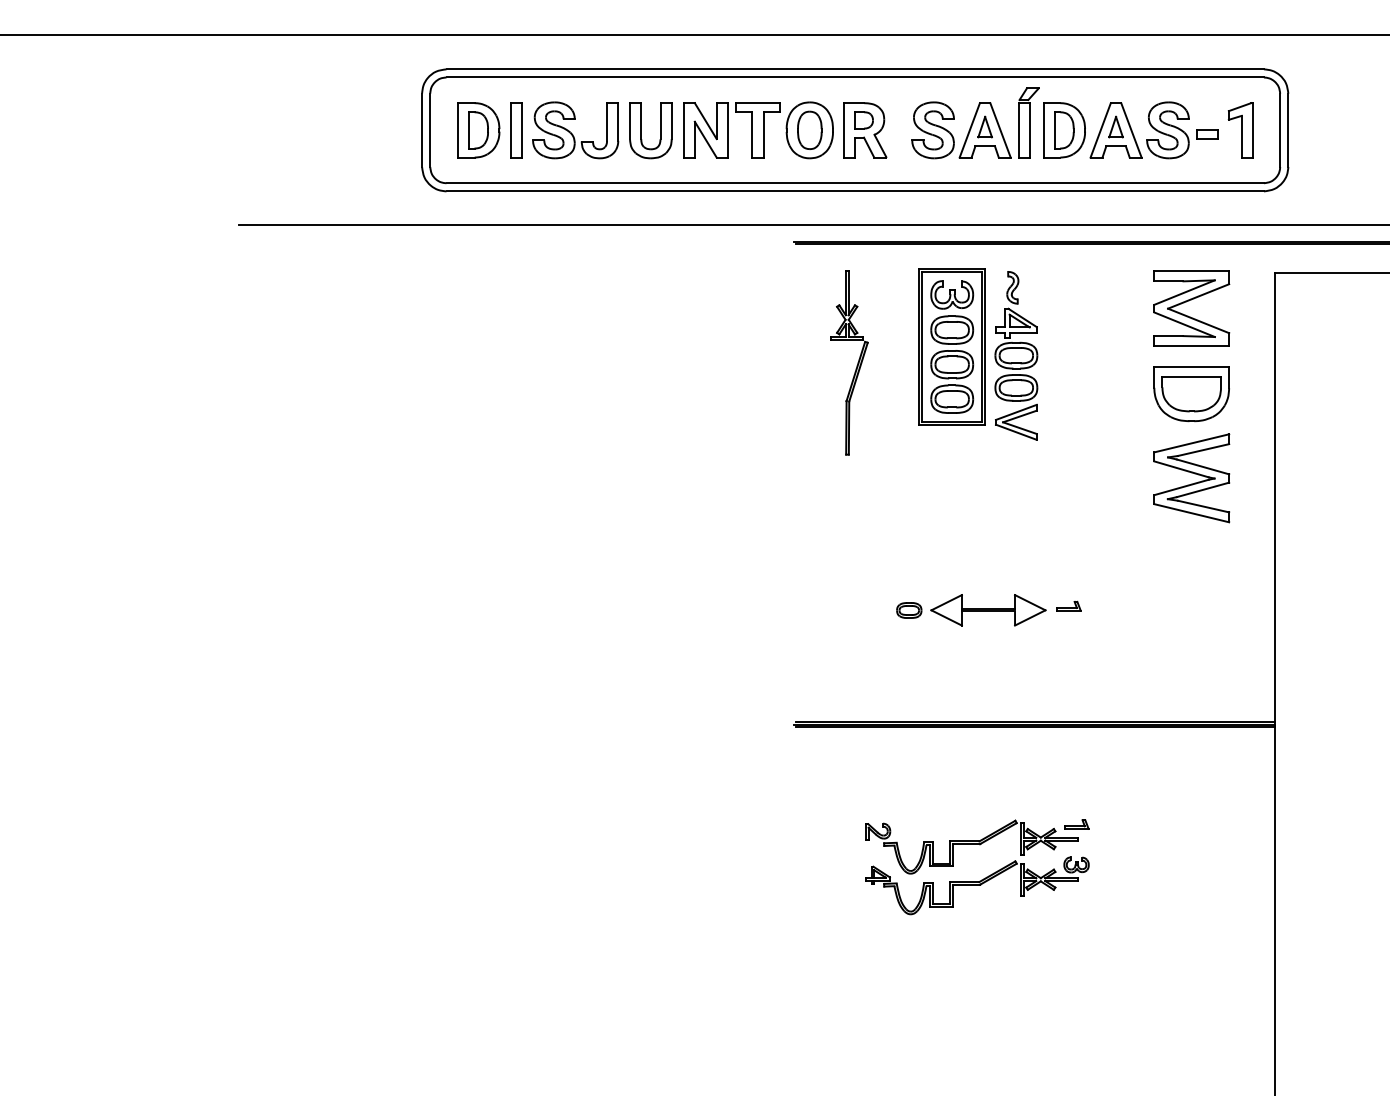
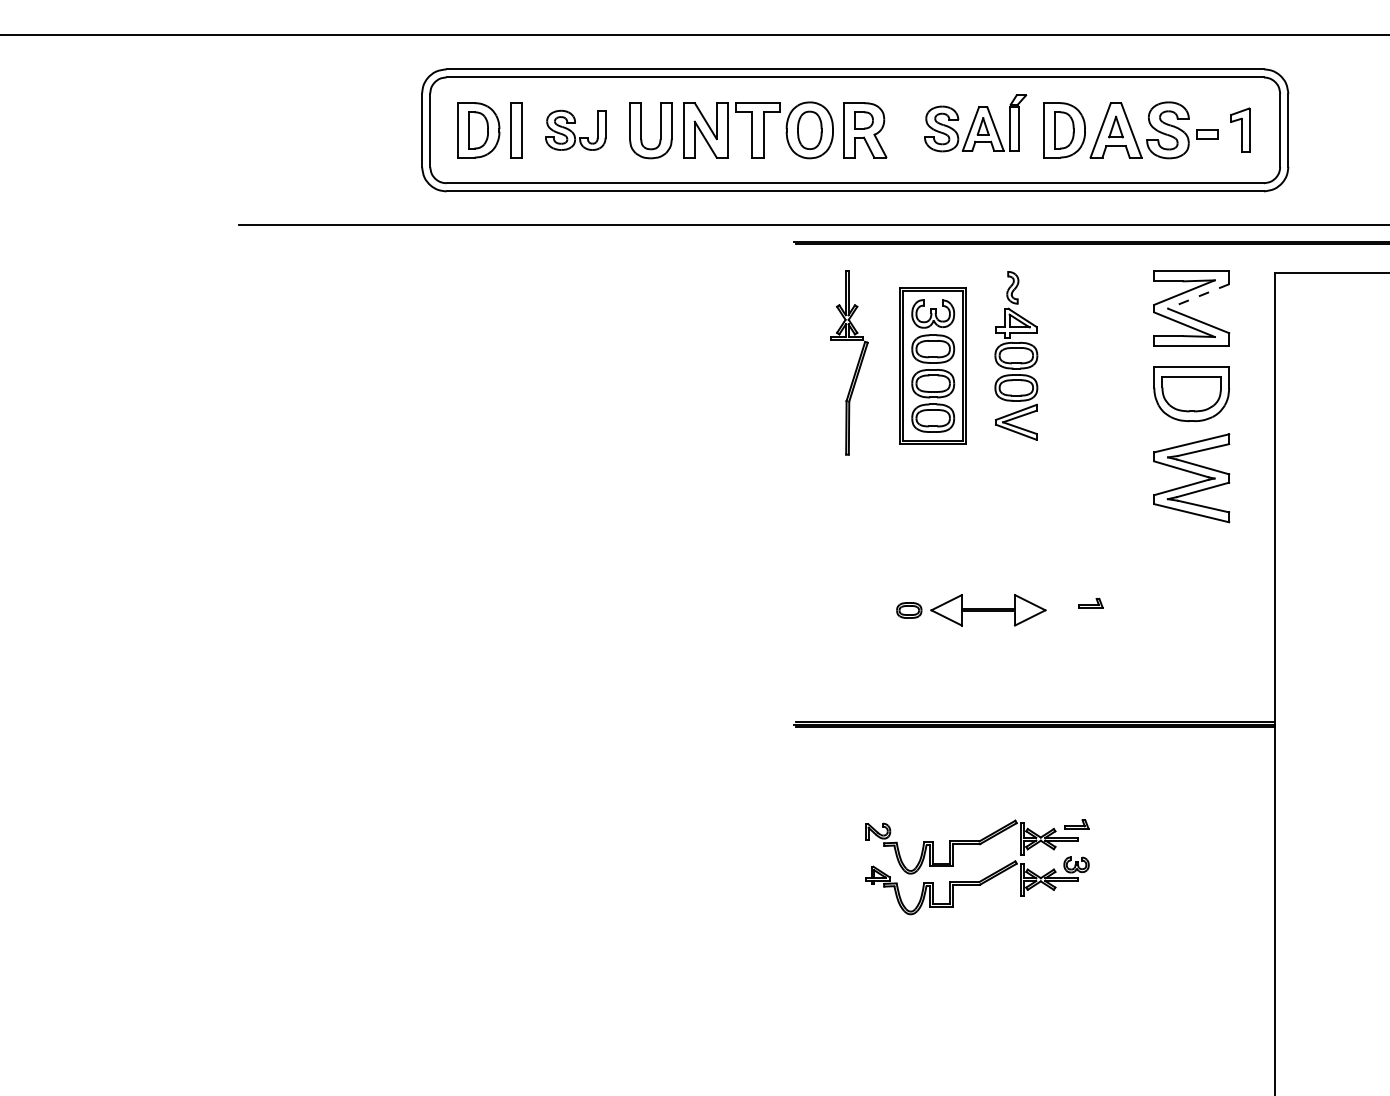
part at (975, 123) size: 129x73 px -> 104x59 px
part at (575, 130) size: 88x59 px -> 62x42 px
part at (1240, 130) size: 27x57 px -> 21x46 px
line at (1198, 296): solid -> dashed
part at (951, 346) position: (951, 346) -> (932, 365)
part at (1068, 605) position: (1068, 605) -> (1090, 602)
